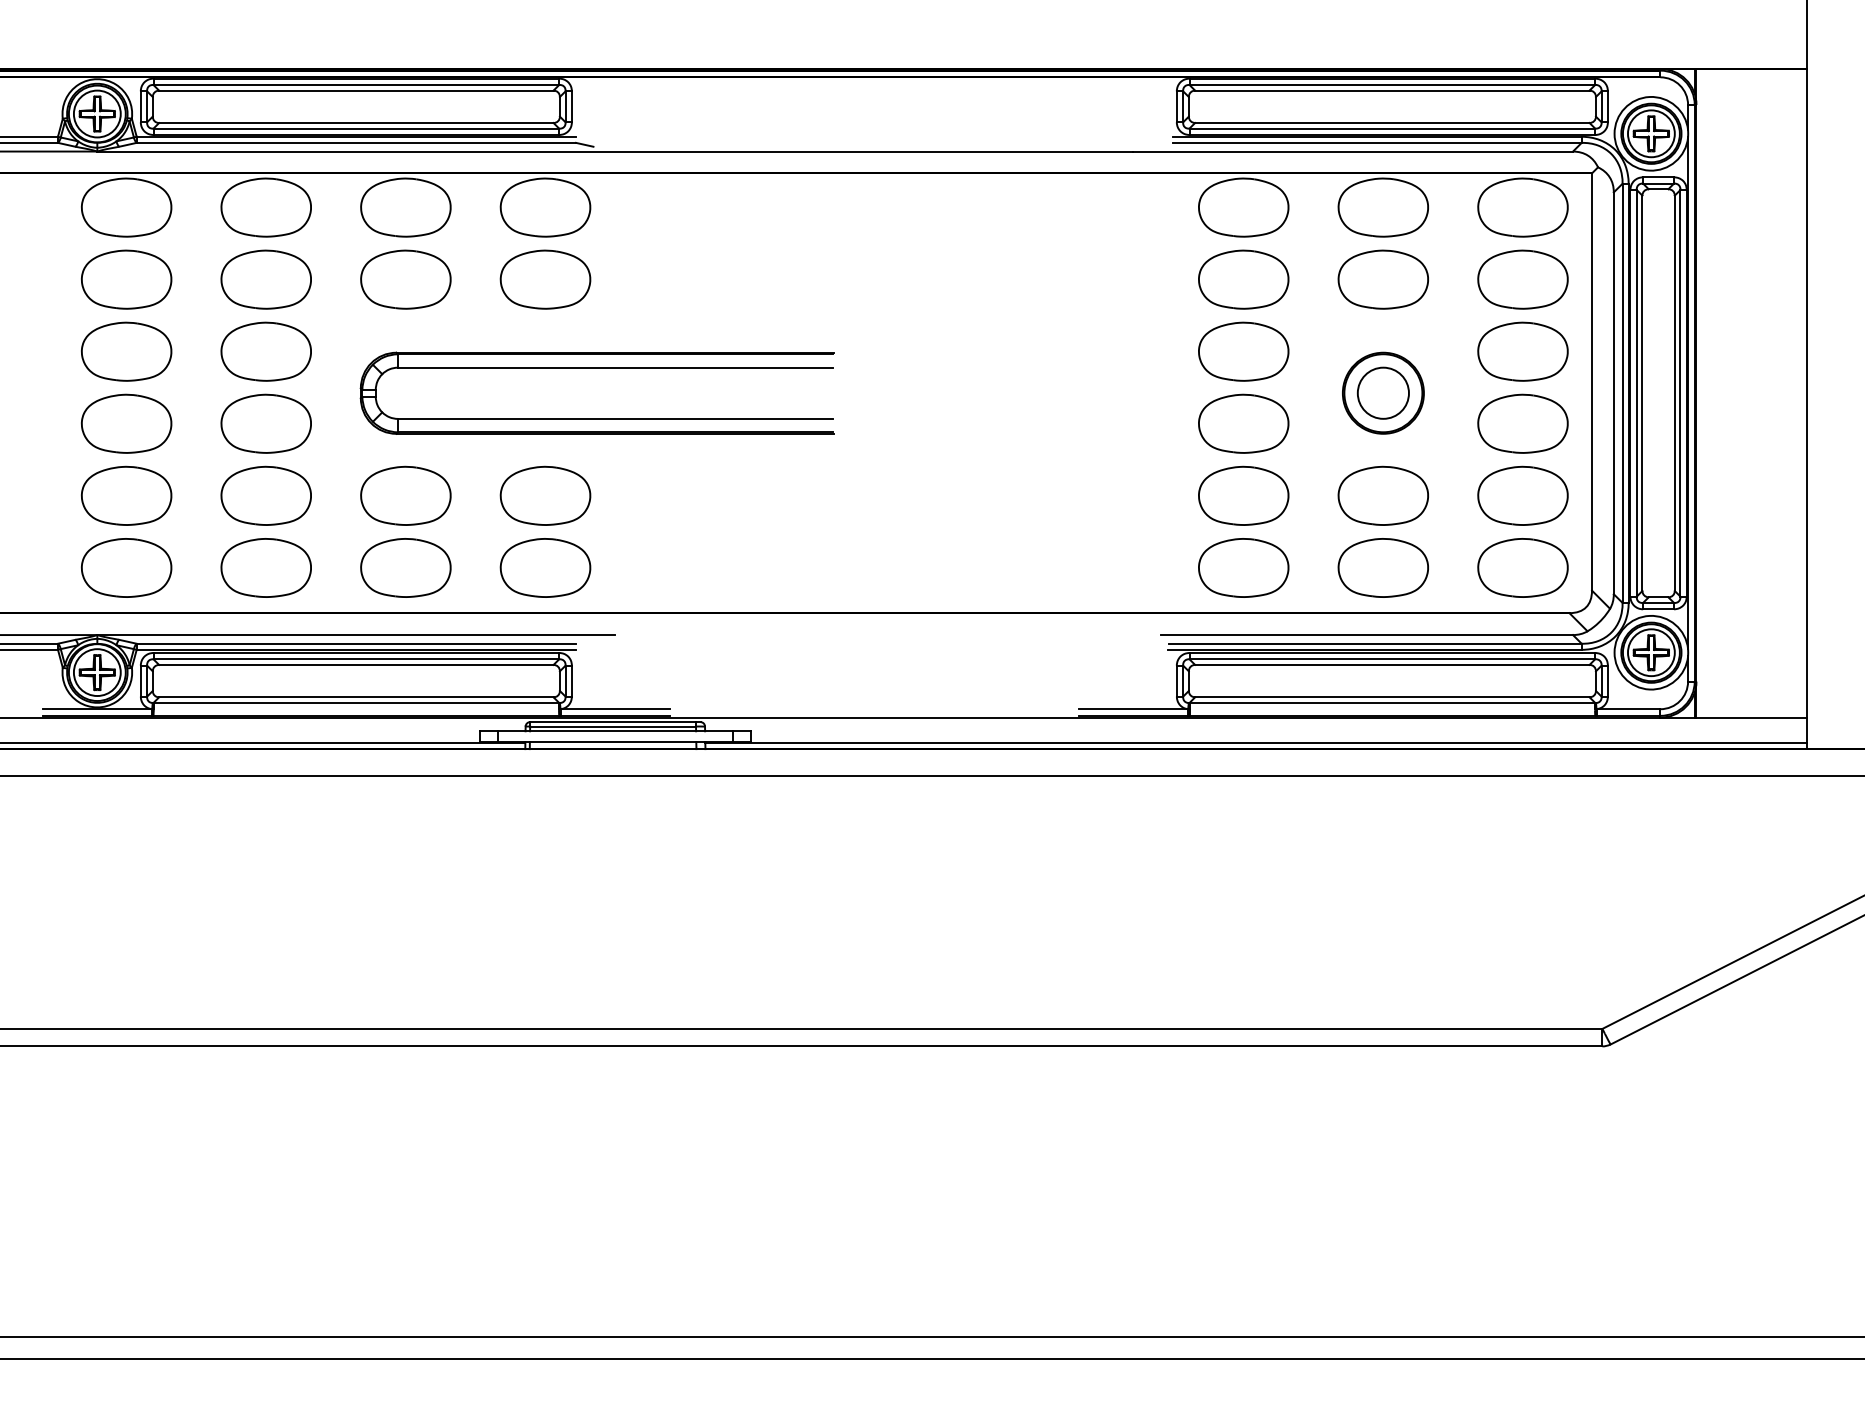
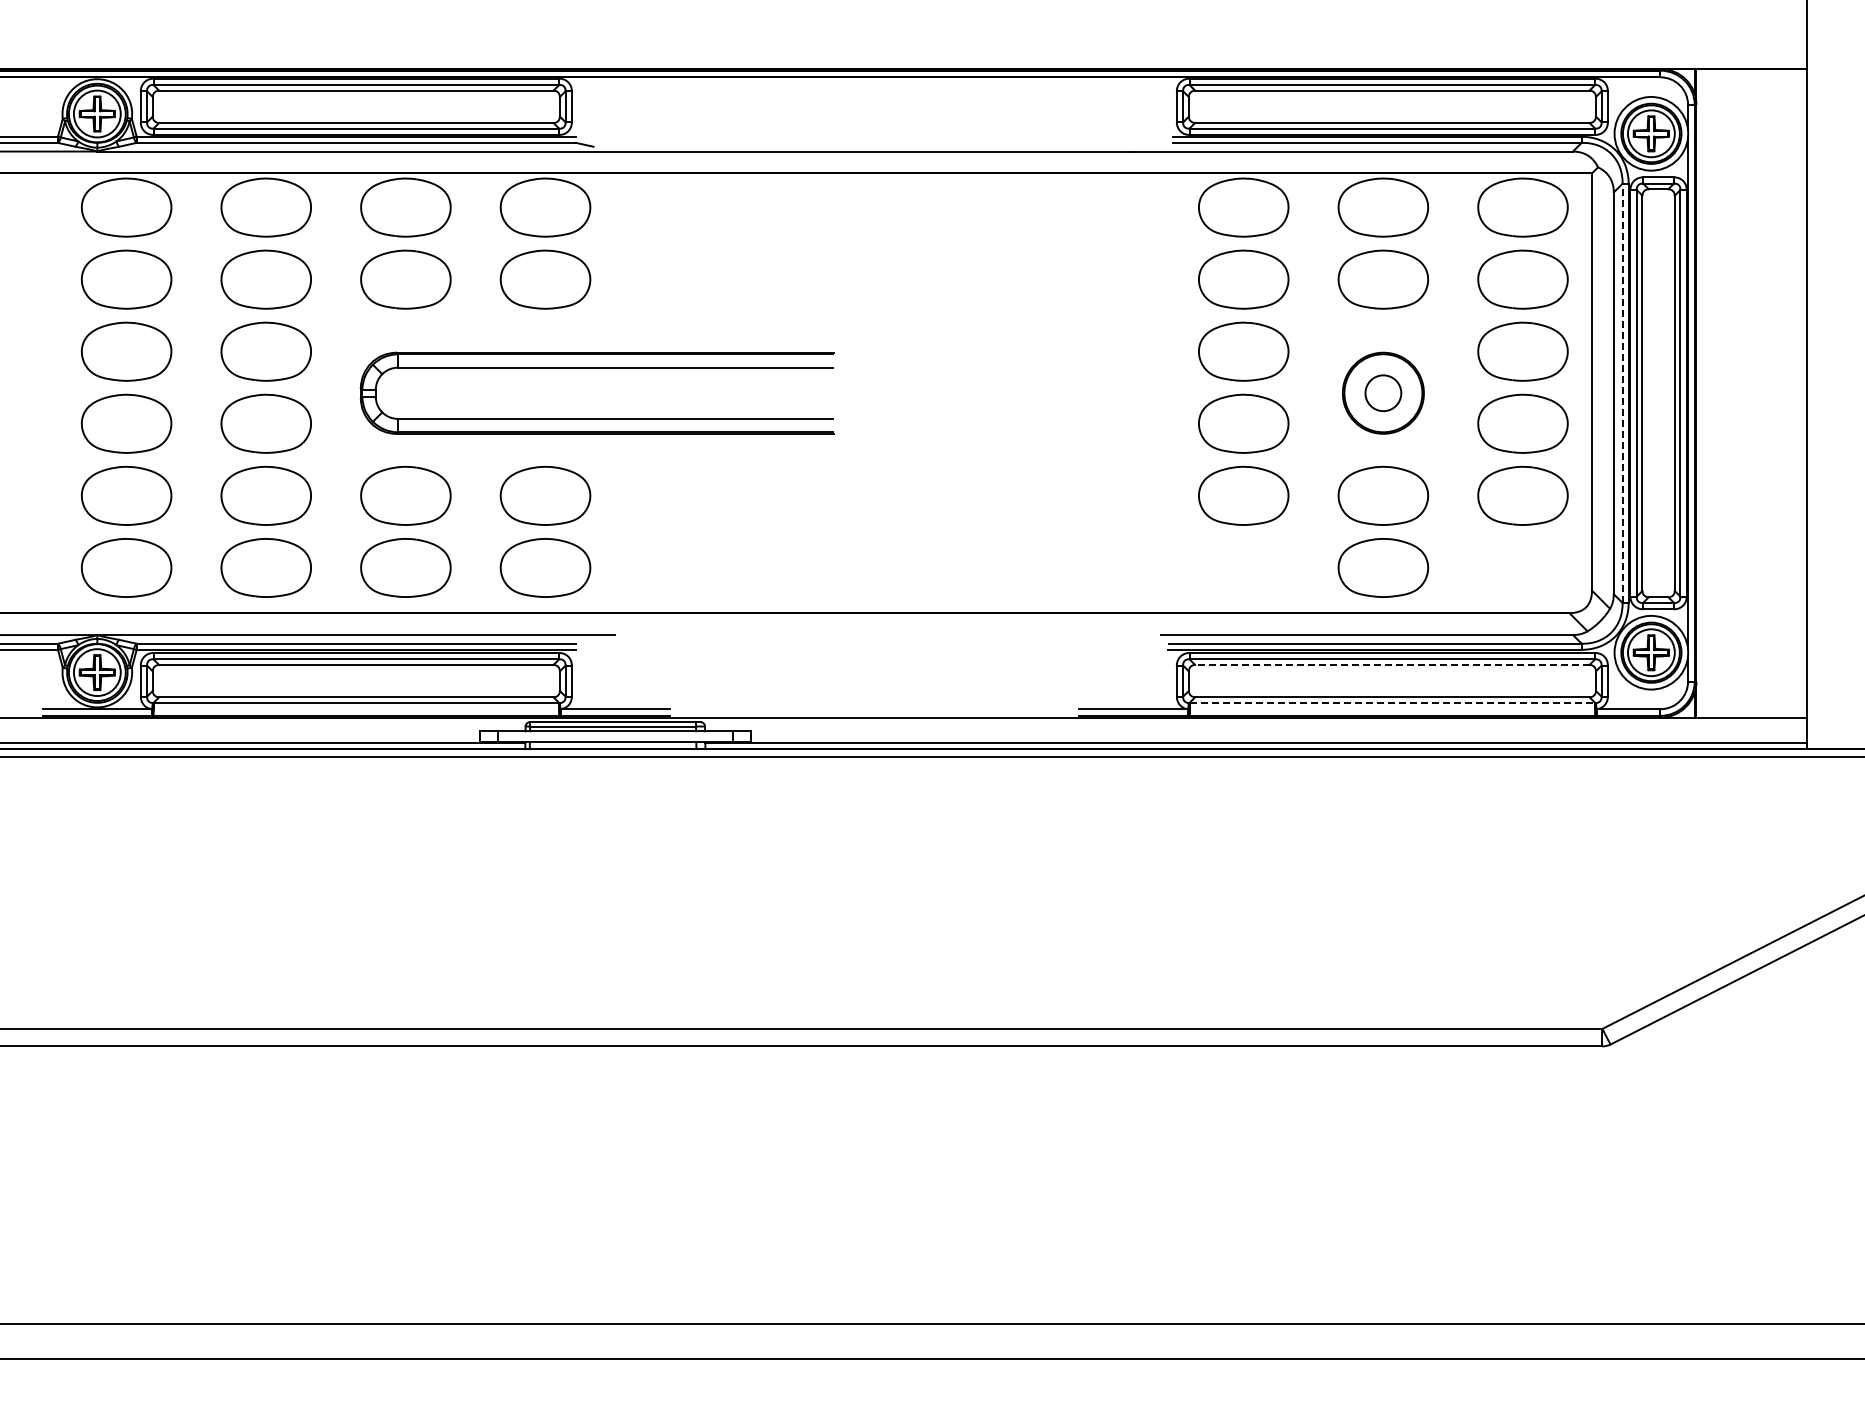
circle at (1382, 392) diameter: 51 px -> 36 px
line at (1622, 393): solid -> dashed
part at (1243, 567): present -> none
part at (1522, 567): present -> none
line at (1391, 664): solid -> dashed
line at (1392, 702): solid -> dashed
line at (931, 776) position: (931, 776) -> (931, 757)
line at (931, 1336) position: (931, 1336) -> (931, 1323)
